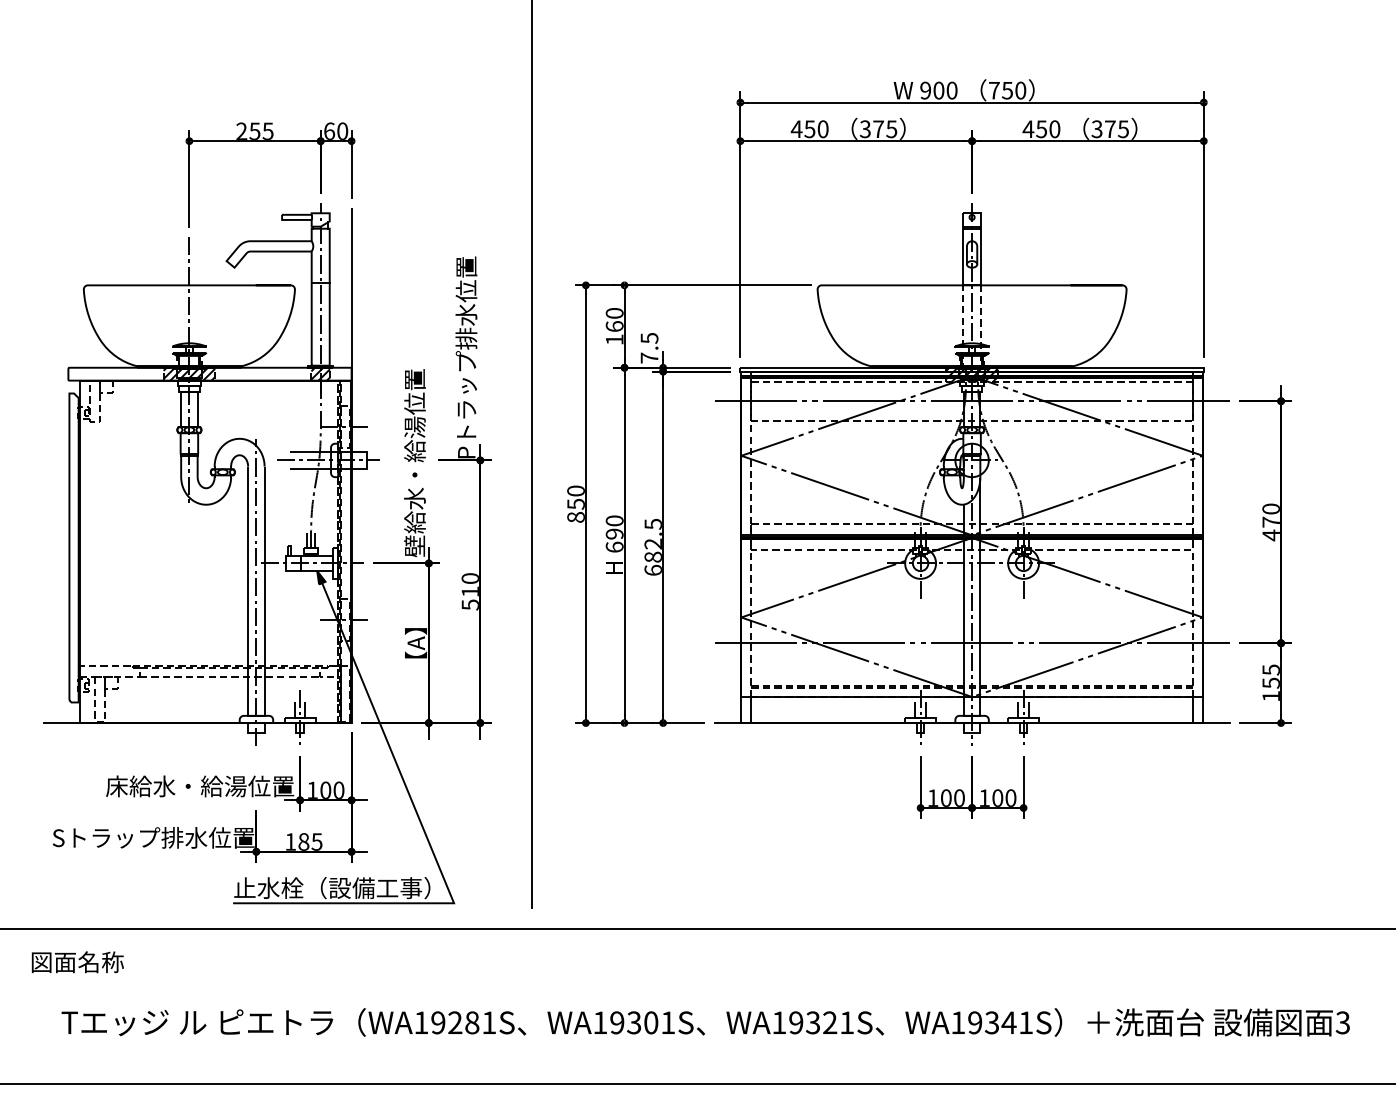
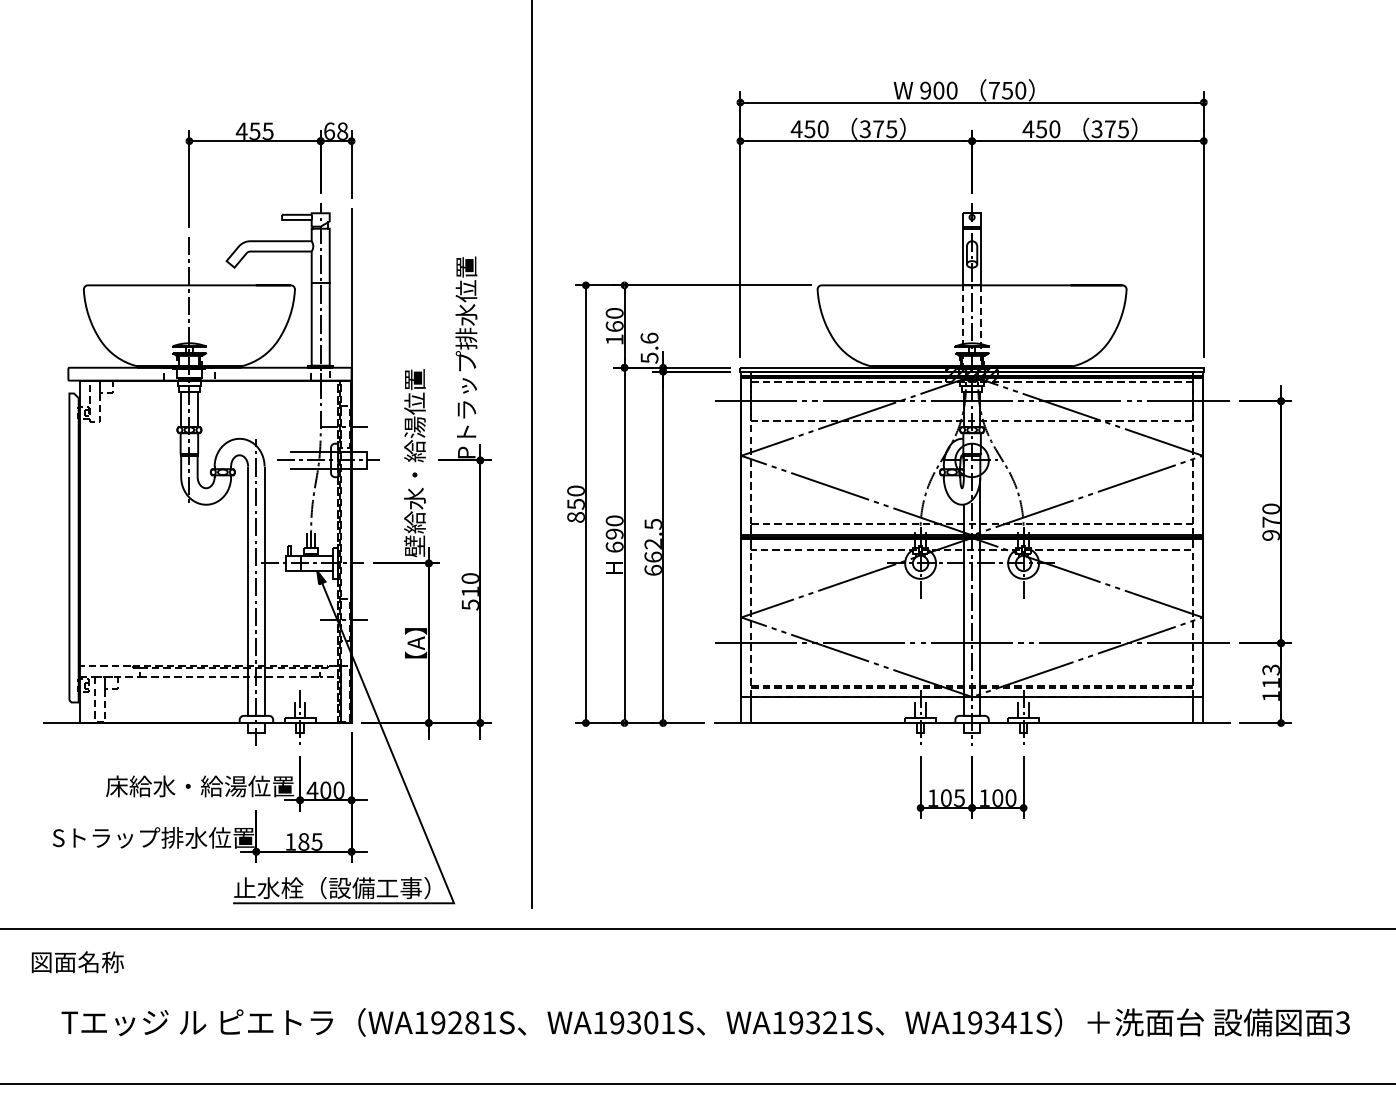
text at (241, 130): 255 -> 455
text at (342, 131): 60 -> 68
text at (649, 347): 7.5 -> 5.6
hatch at (189, 373): present -> none
hatch at (320, 373): present -> none
text at (1270, 535): 470 -> 970
text at (652, 556): 682.5 -> 662.5
text at (1270, 676): 155 -> 113
text at (312, 789): 100 -> 400
text at (958, 797): 100 -> 105
